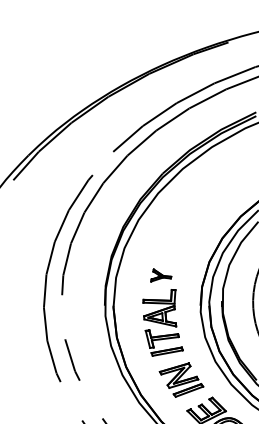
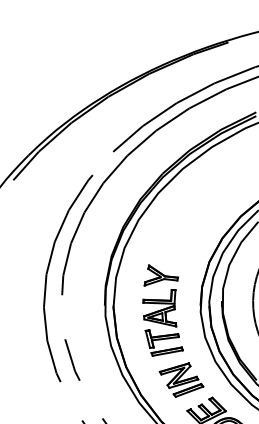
part at (161, 275) size: 23x15 px -> 36x23 px
